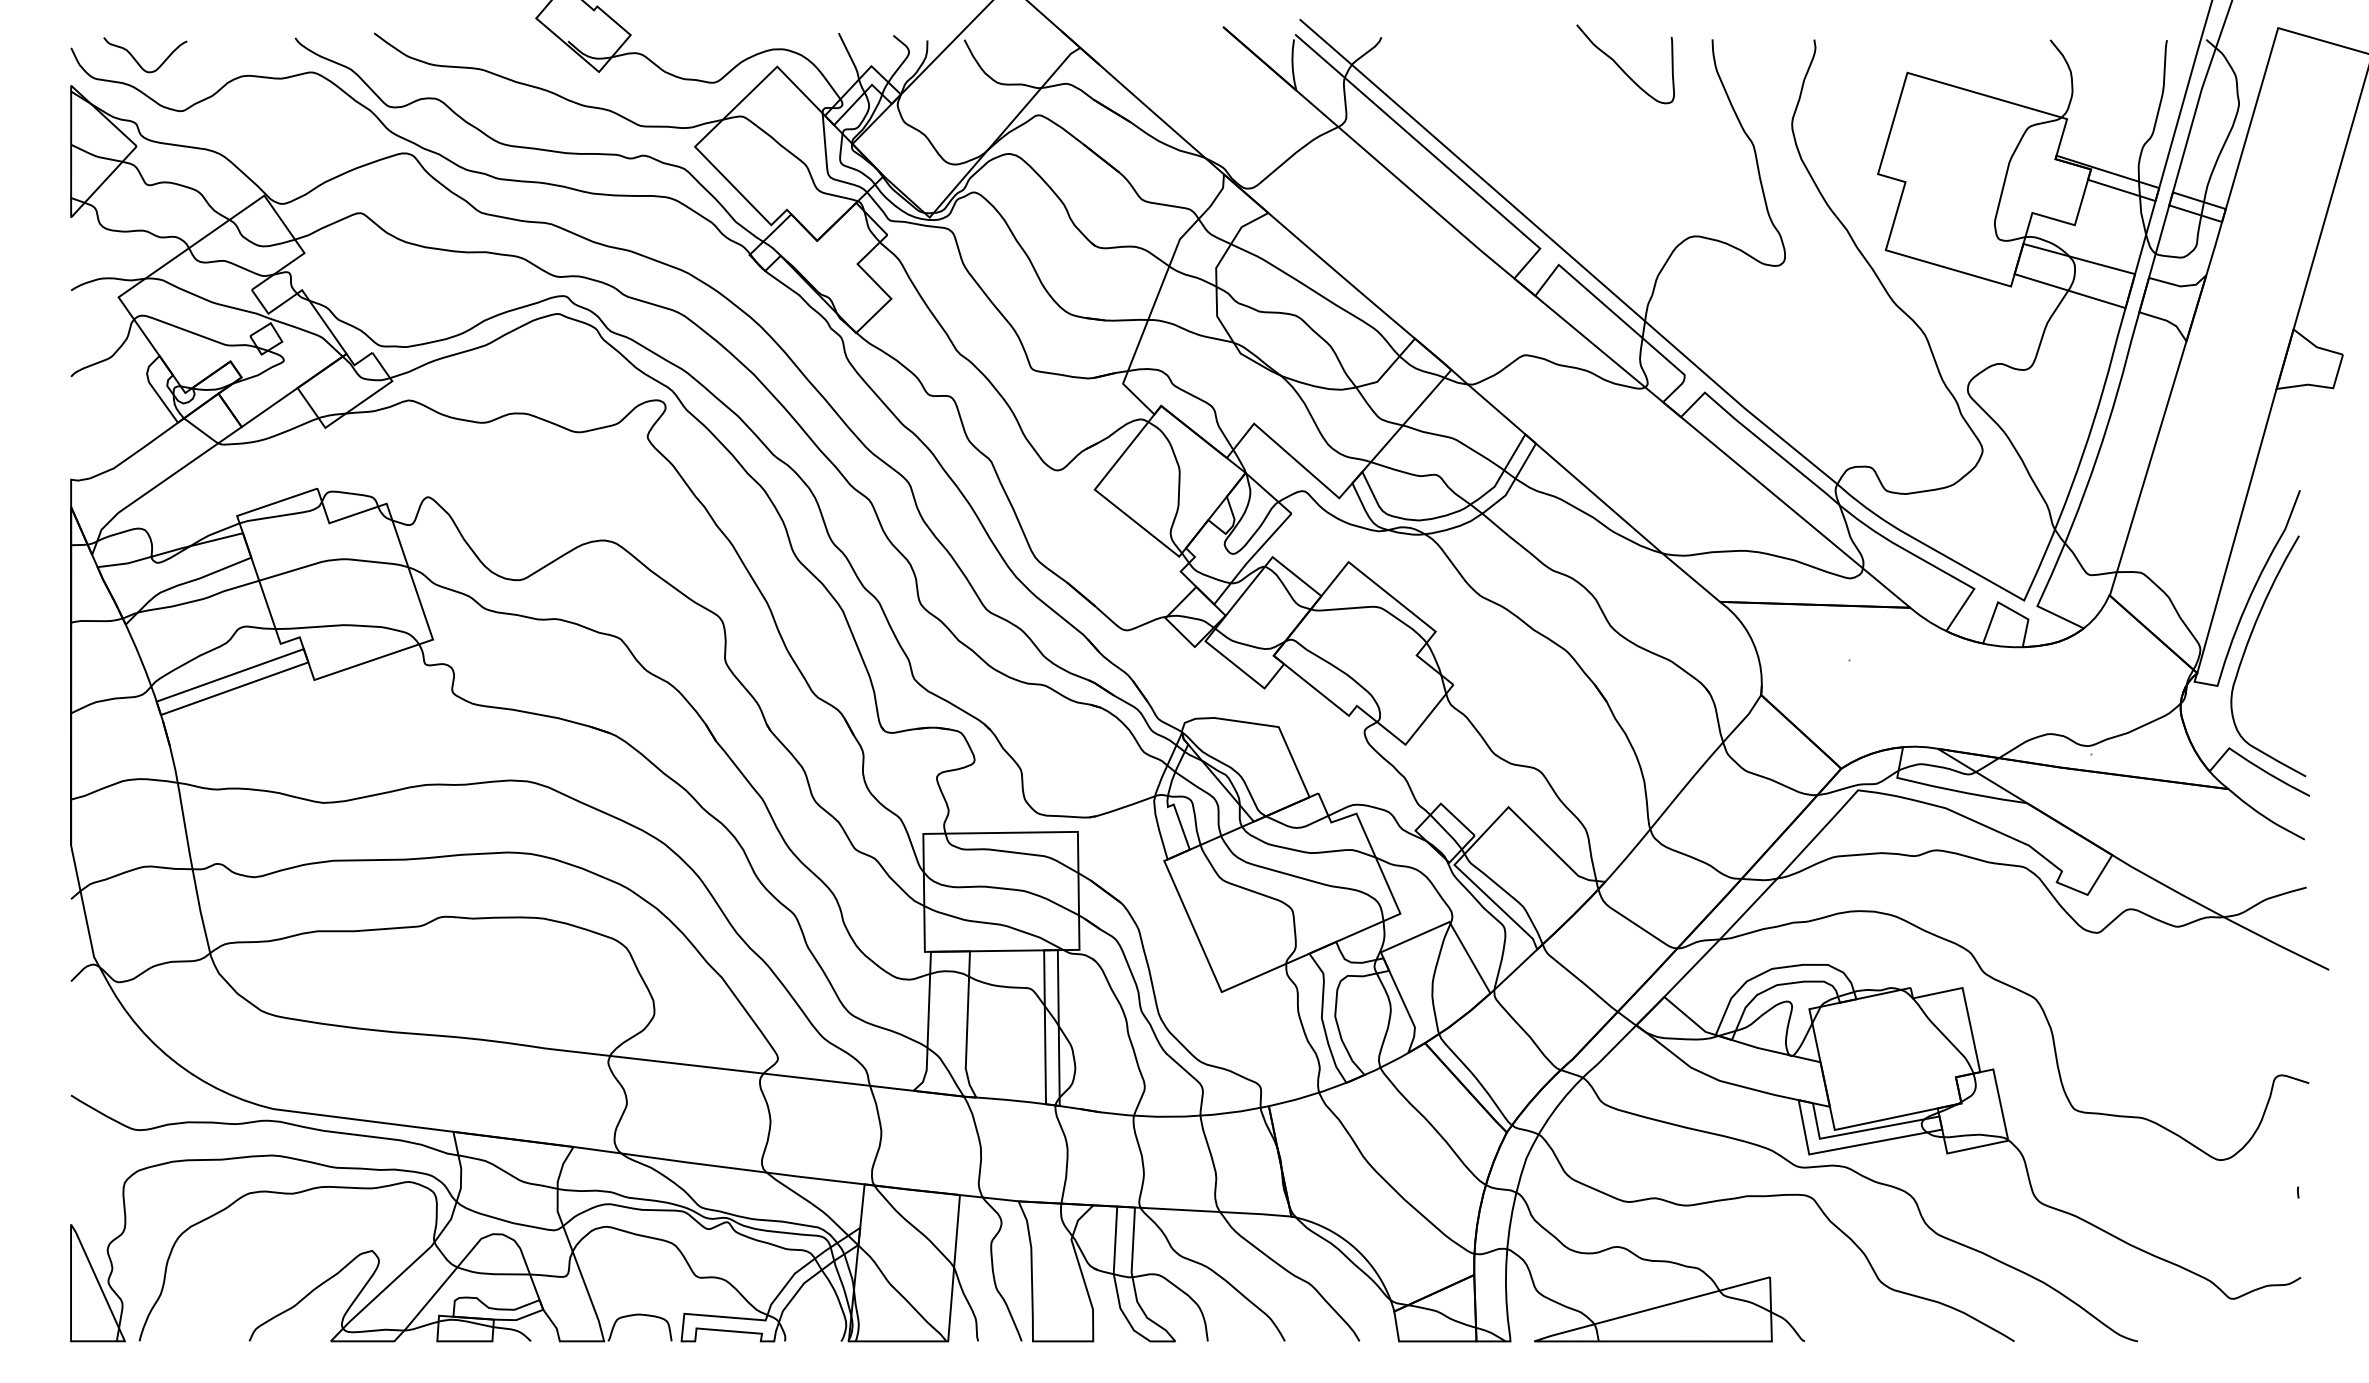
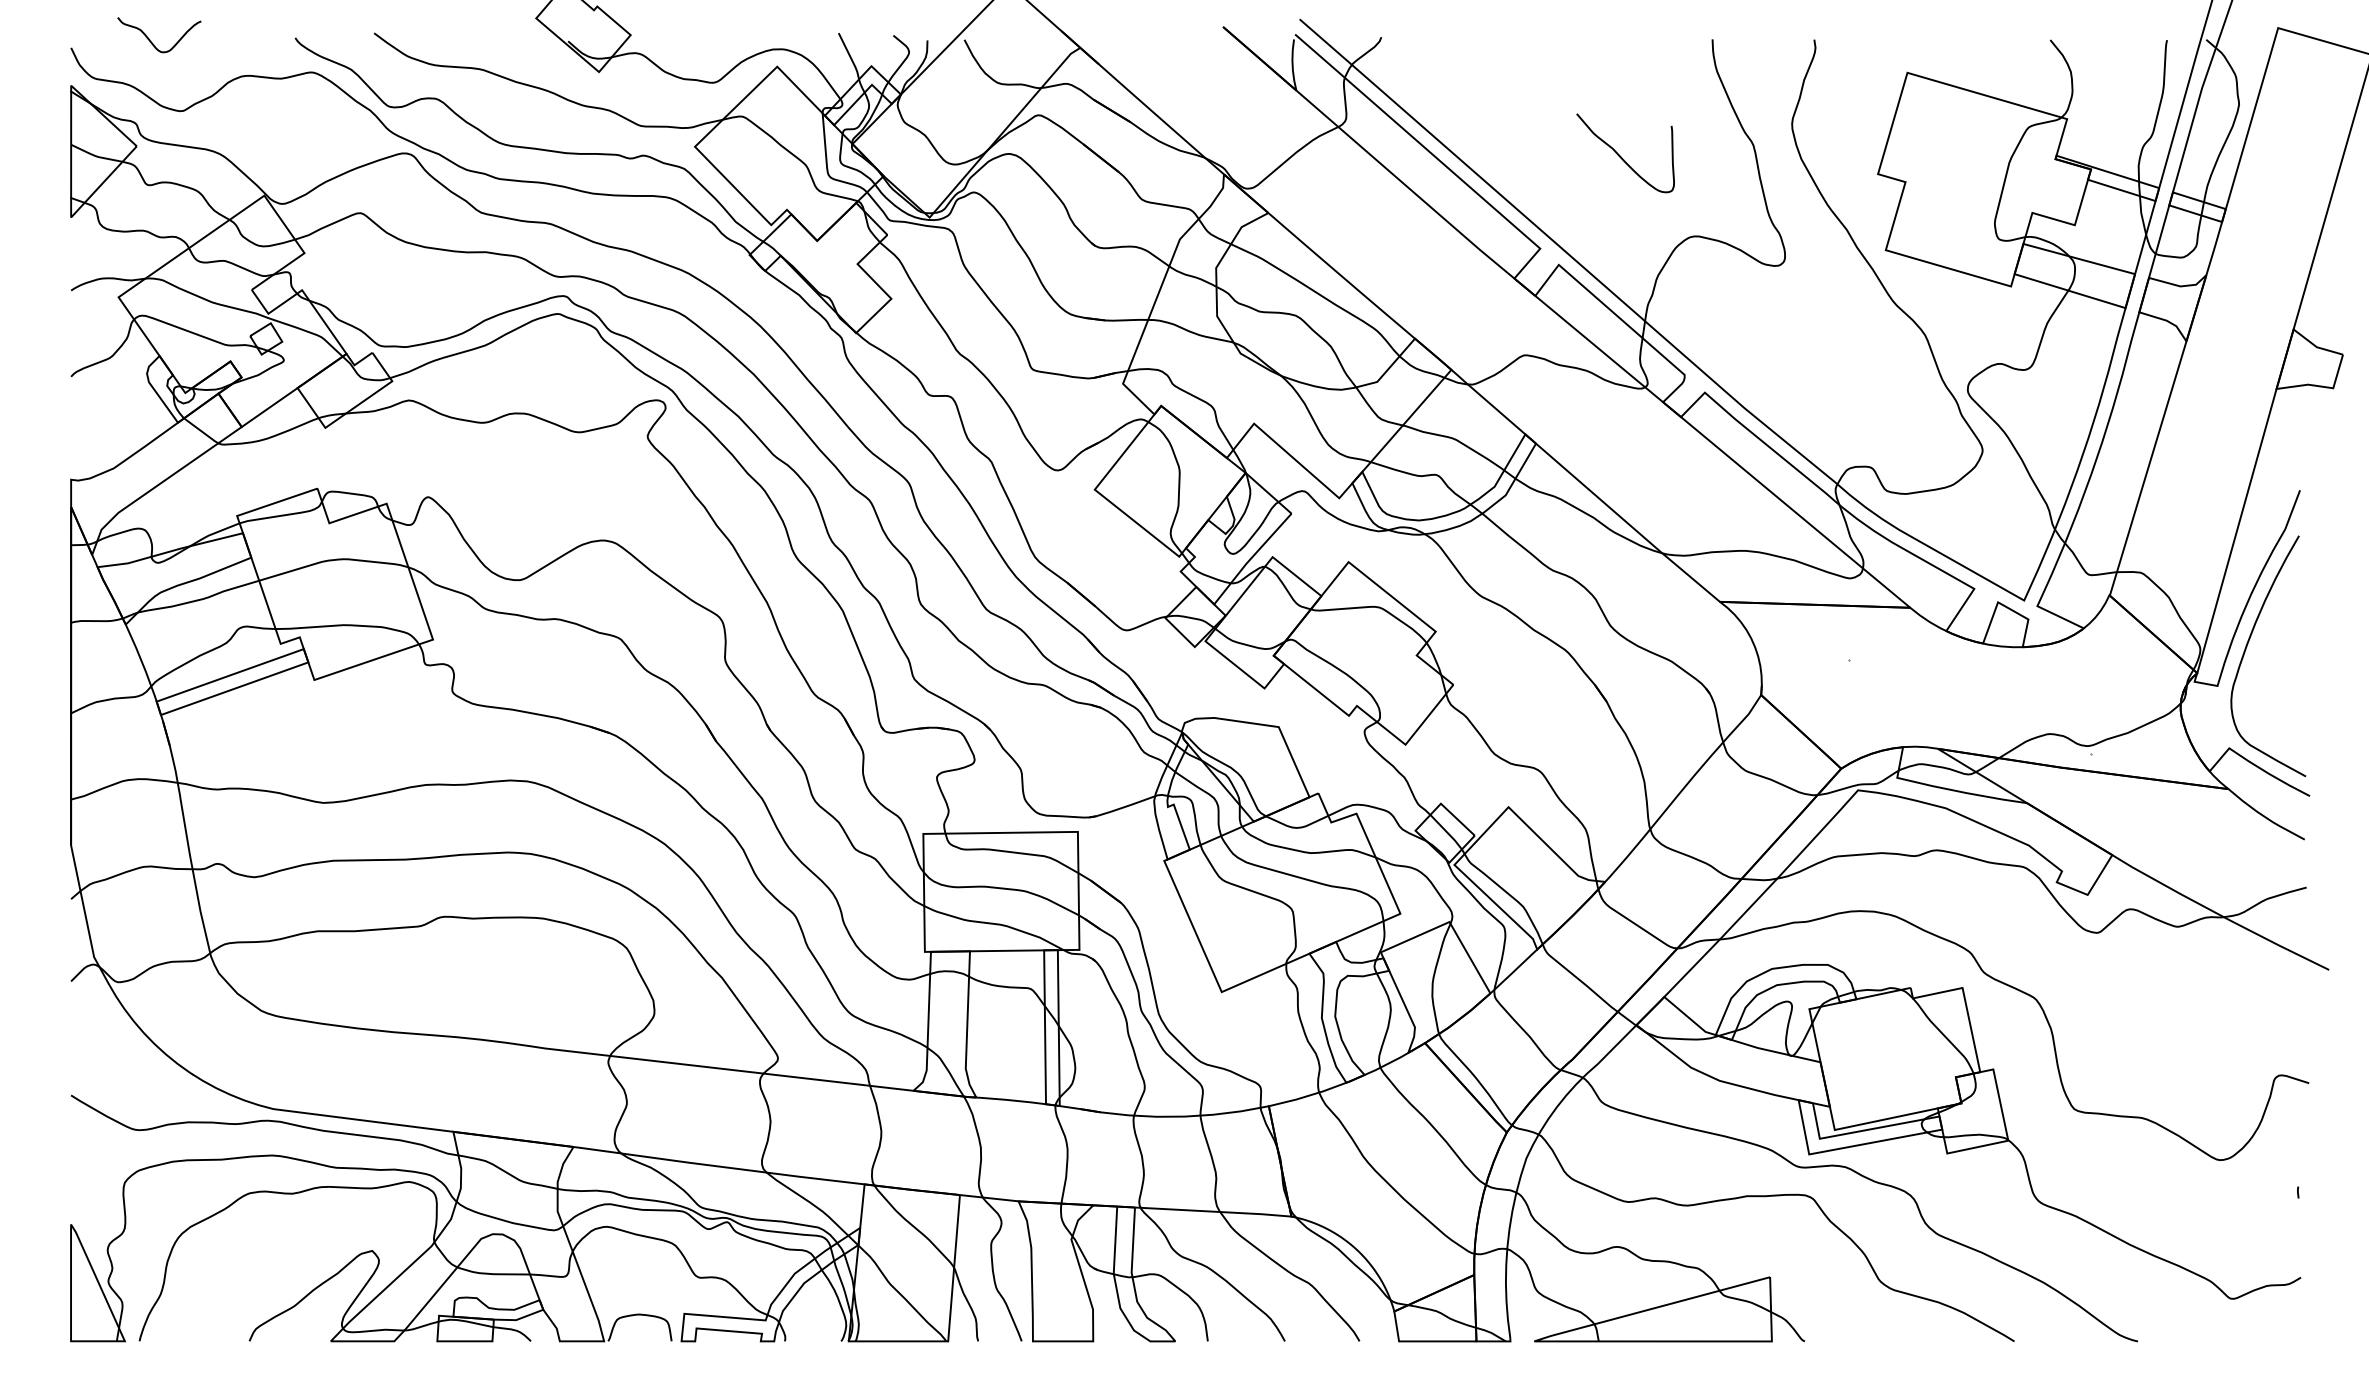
curve at (136, 59) position: (136, 59) -> (150, 39)
curve at (1621, 67) position: (1621, 67) -> (1621, 156)
